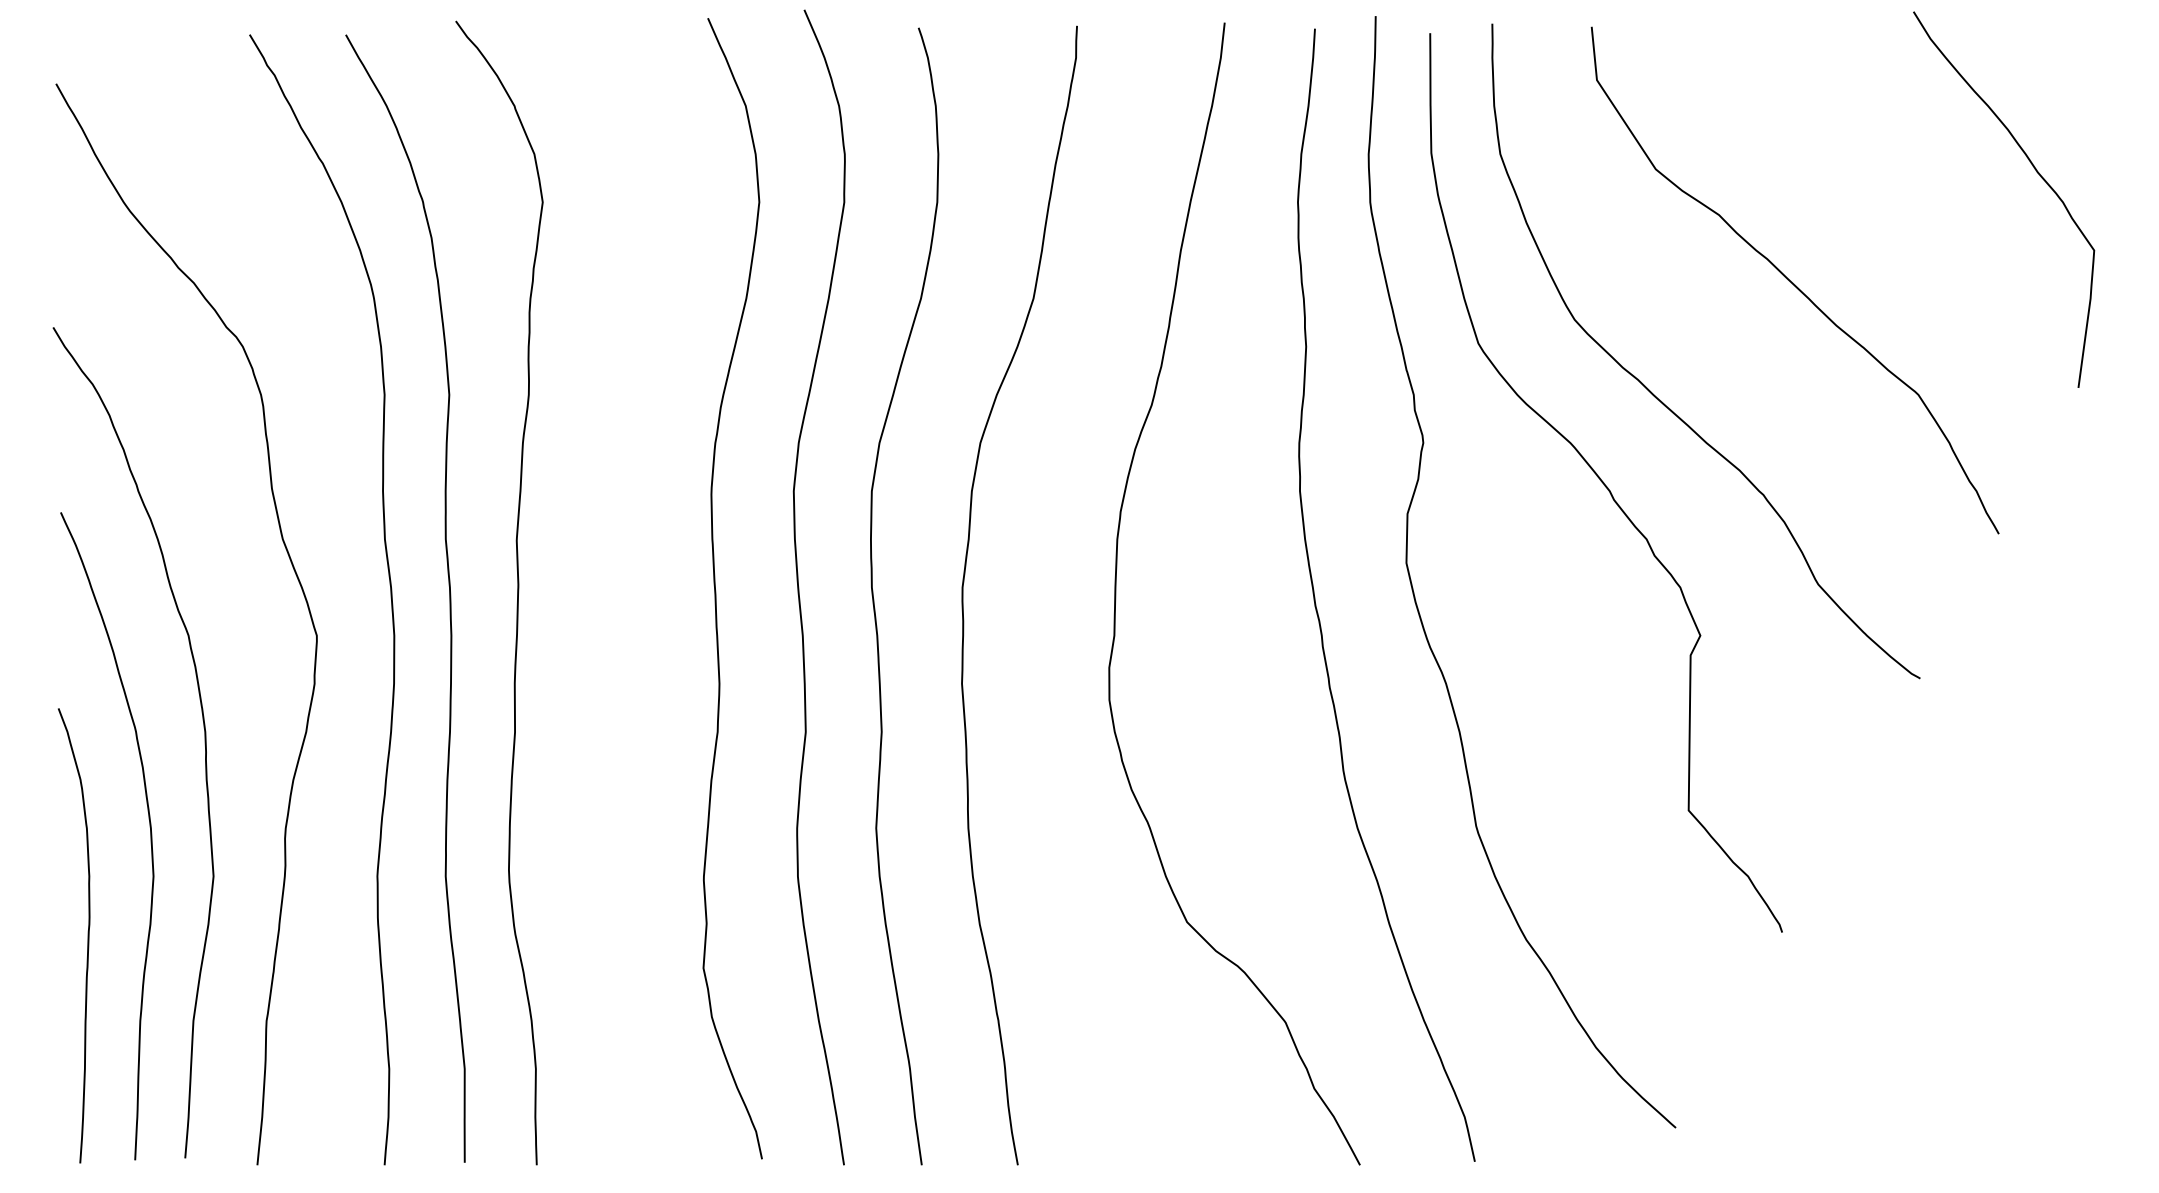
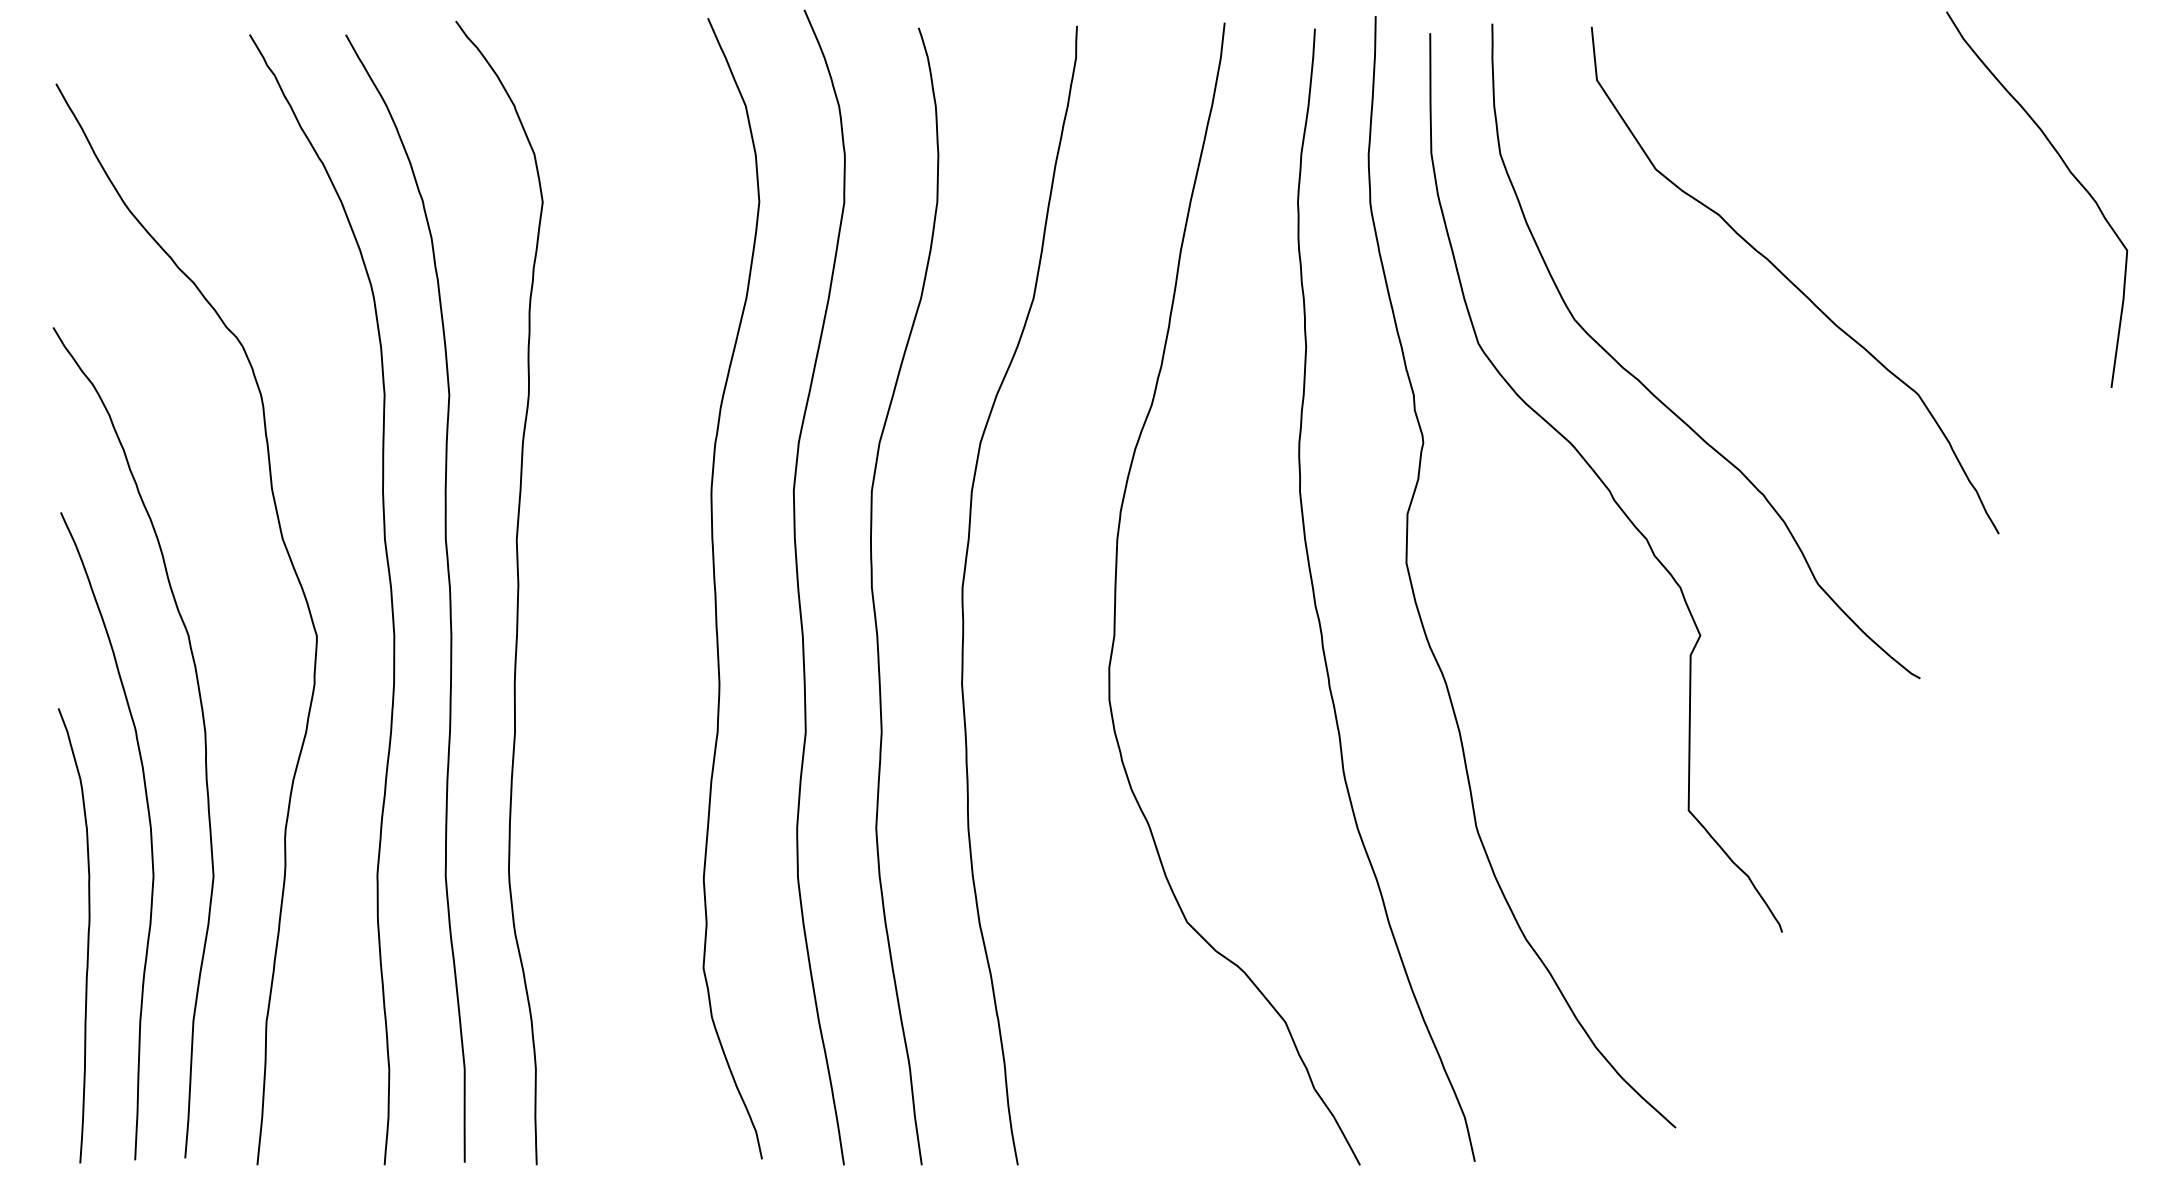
curve at (2036, 172) position: (2036, 172) -> (2069, 172)
